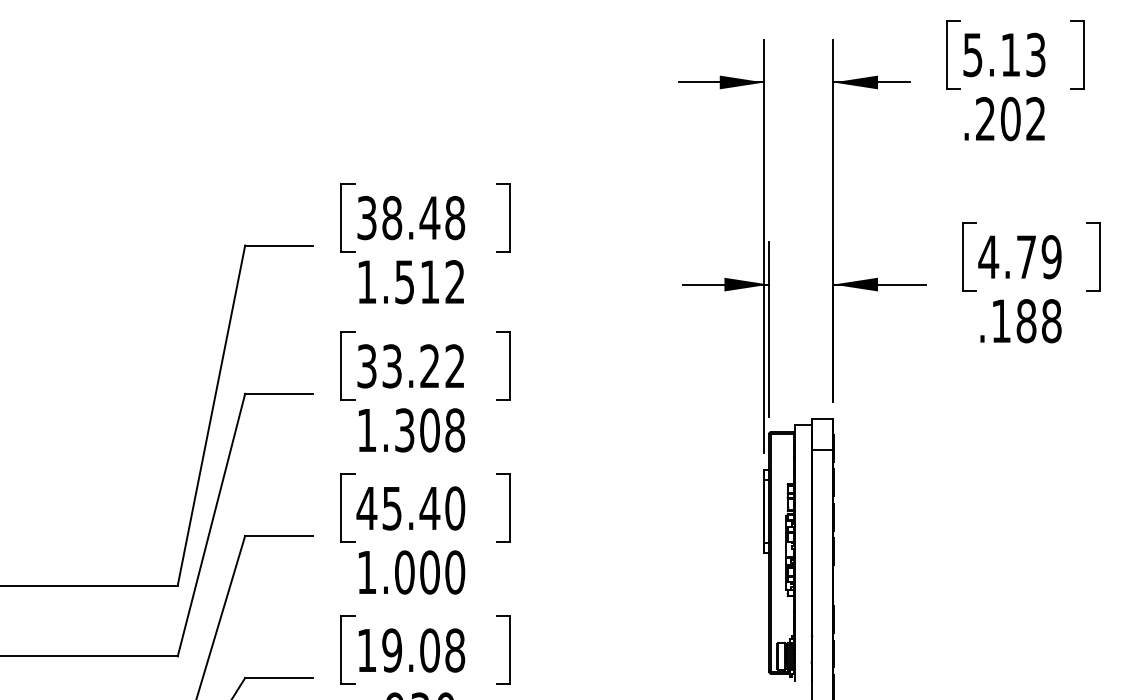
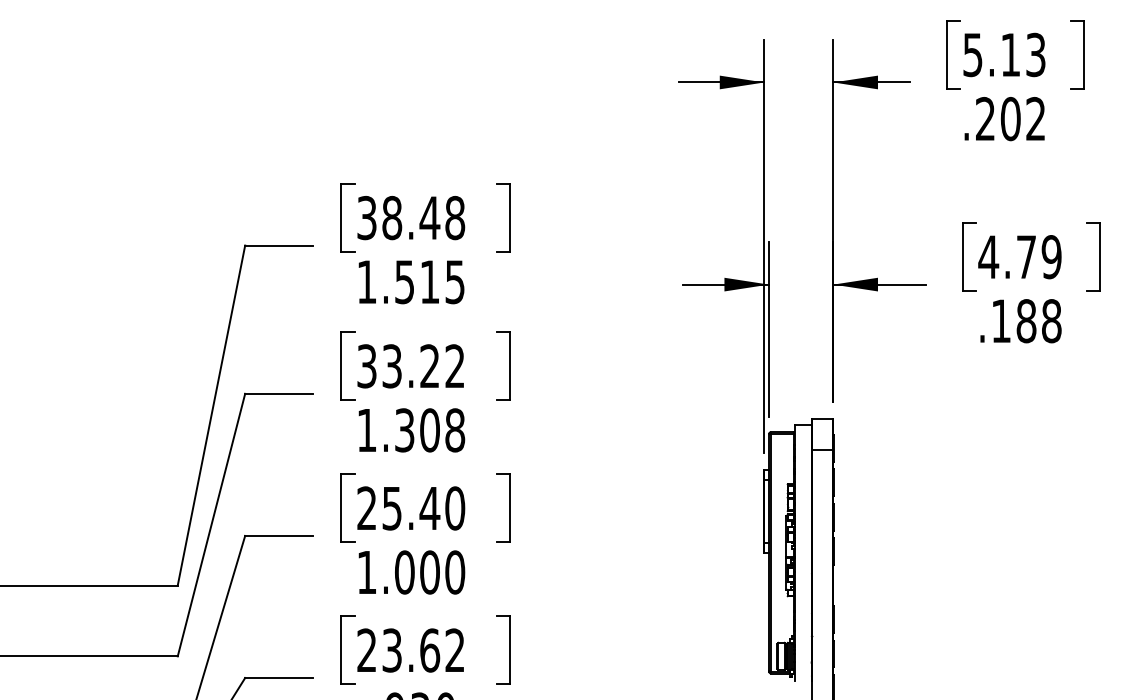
text at (454, 282): 1.512 -> 1.515
text at (366, 507): 45.40 -> 25.40
text at (411, 650): 19.08 -> 23.62
